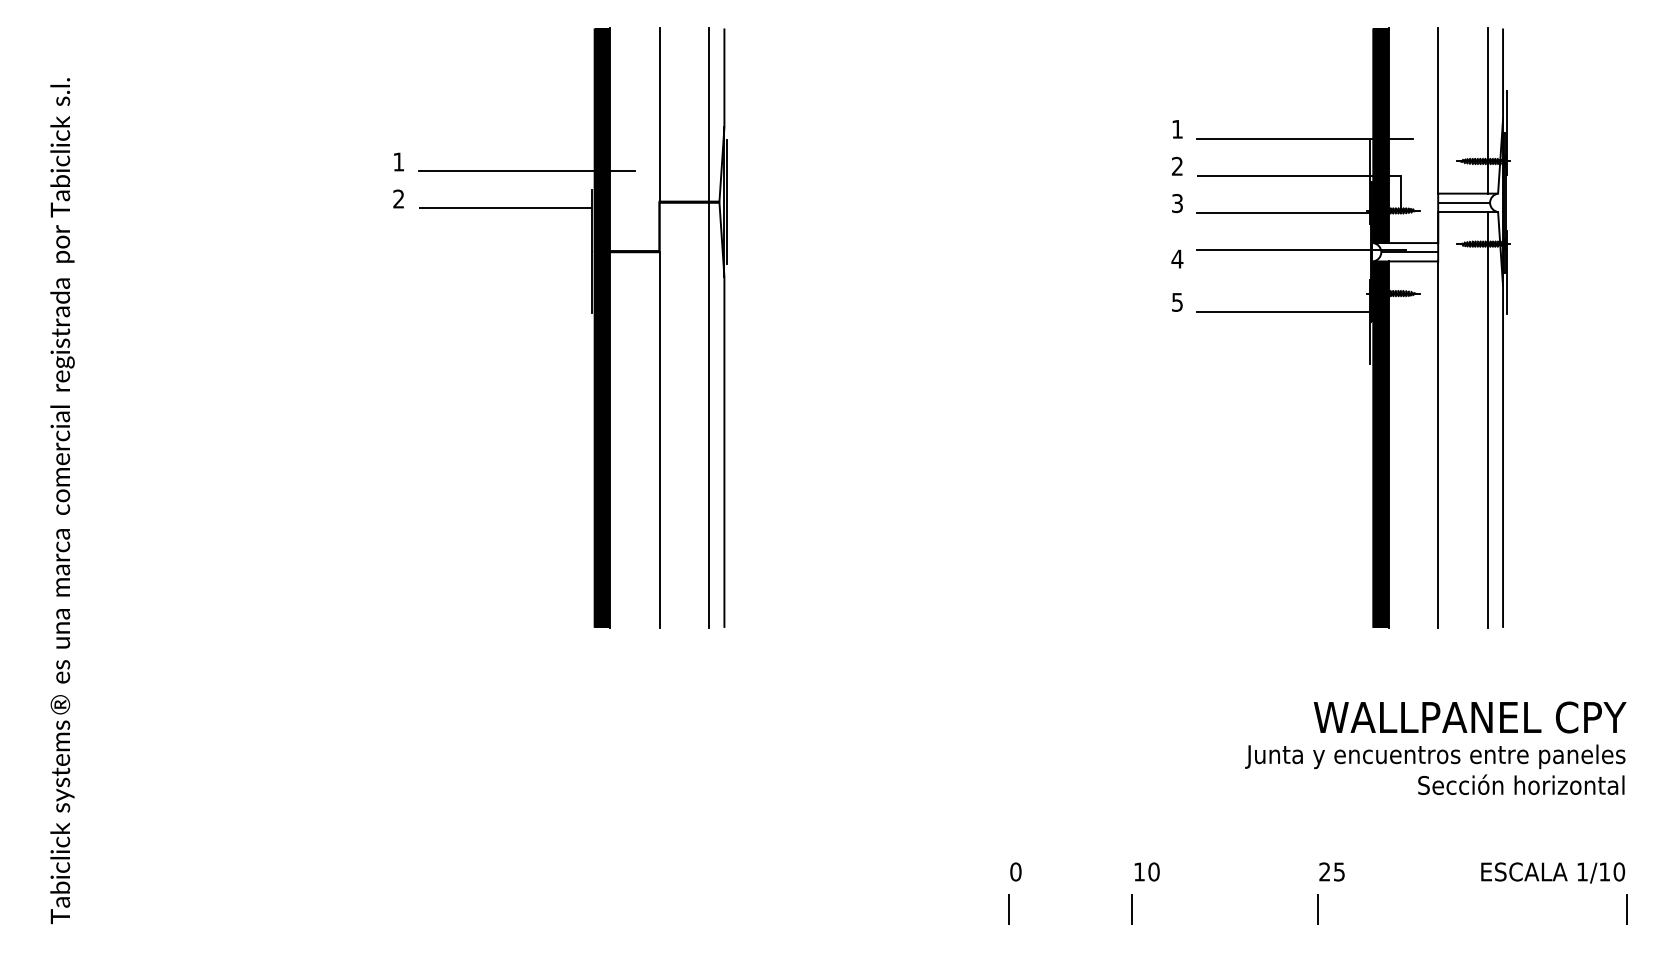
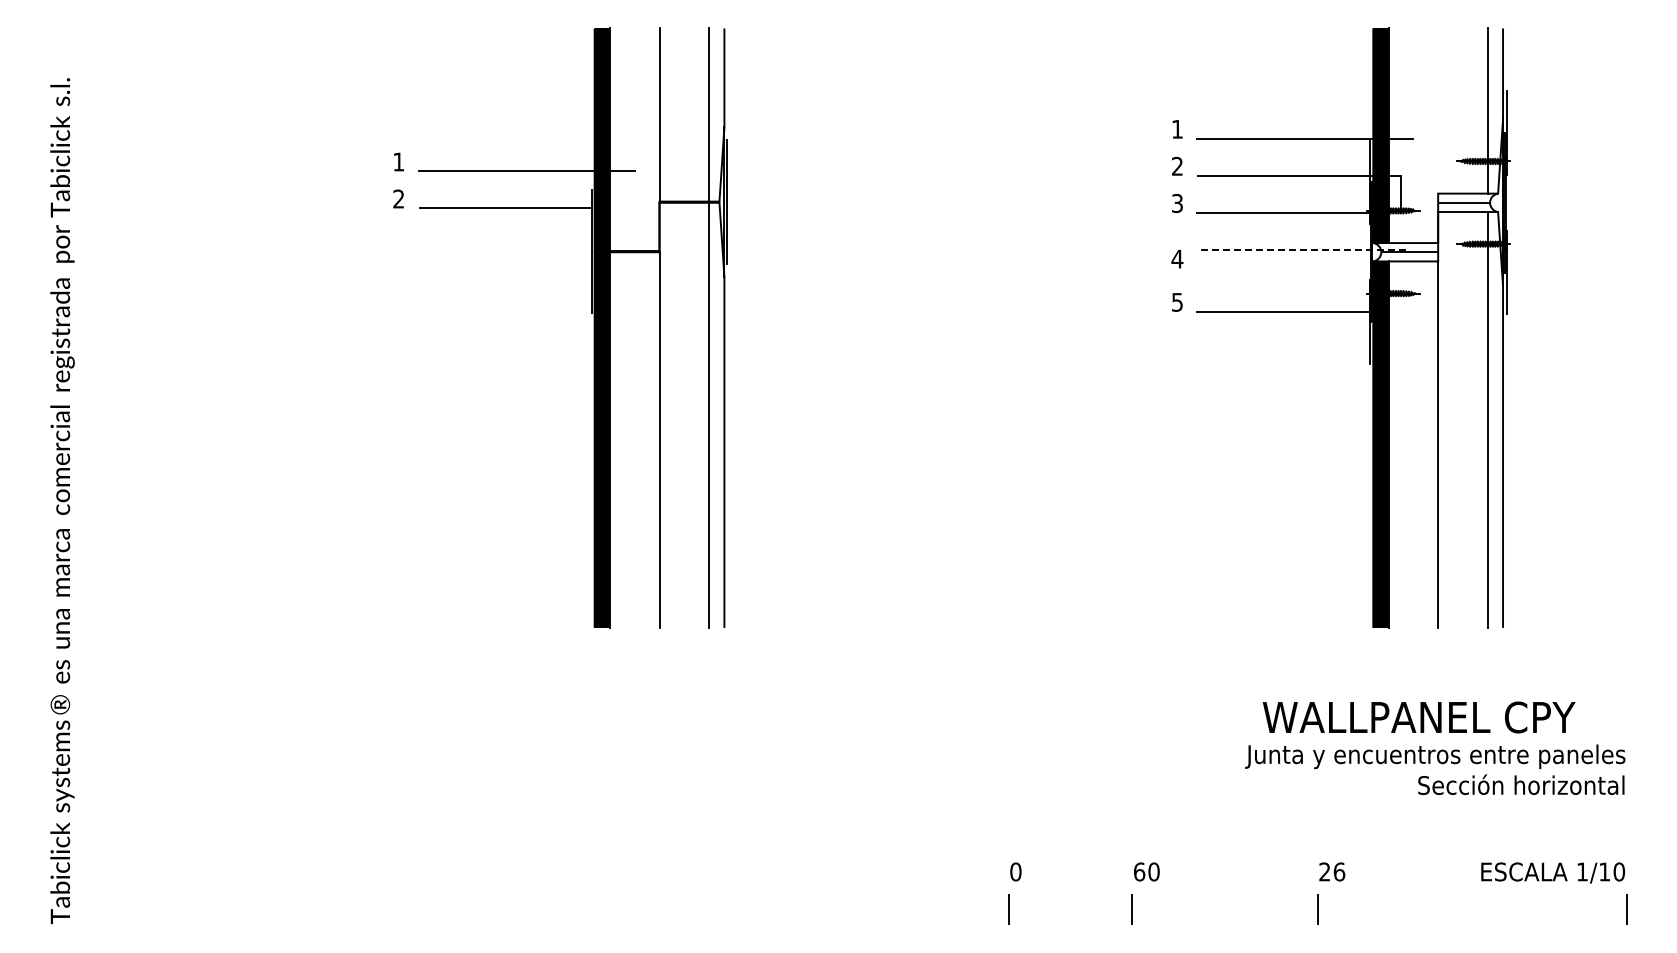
line at (1438, 110): present -> none
line at (1300, 249): solid -> dashed
text at (1469, 717) position: (1469, 717) -> (1418, 717)
text at (1139, 871): 10 -> 60
text at (1339, 871): 25 -> 26
